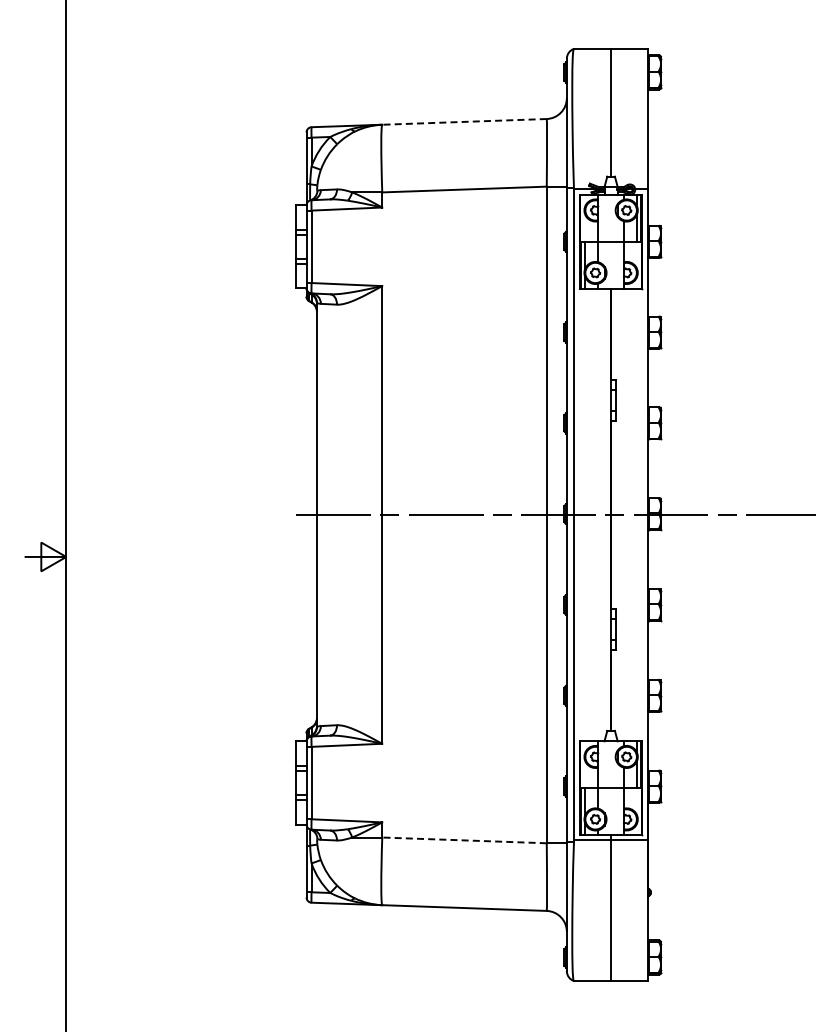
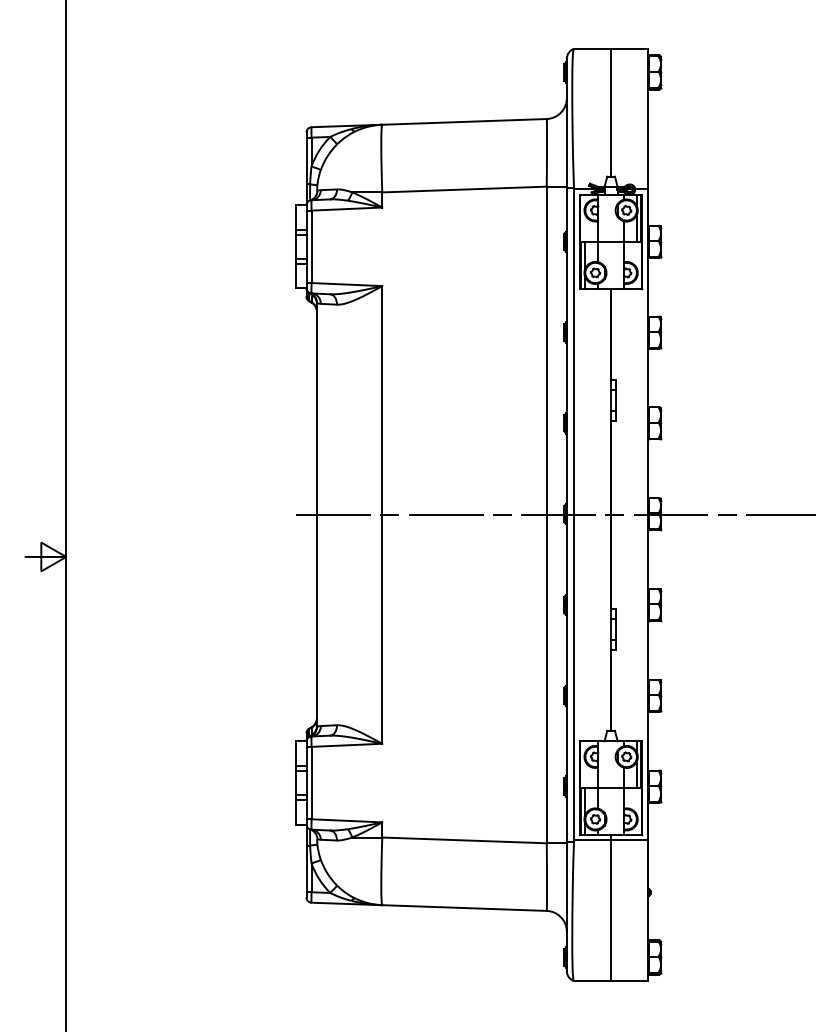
line at (464, 121): dashed -> solid
line at (464, 840): dashed -> solid
